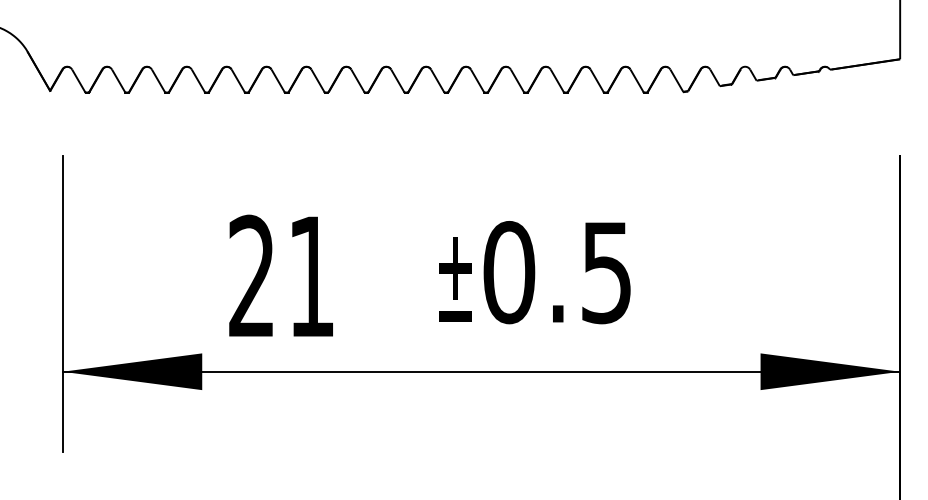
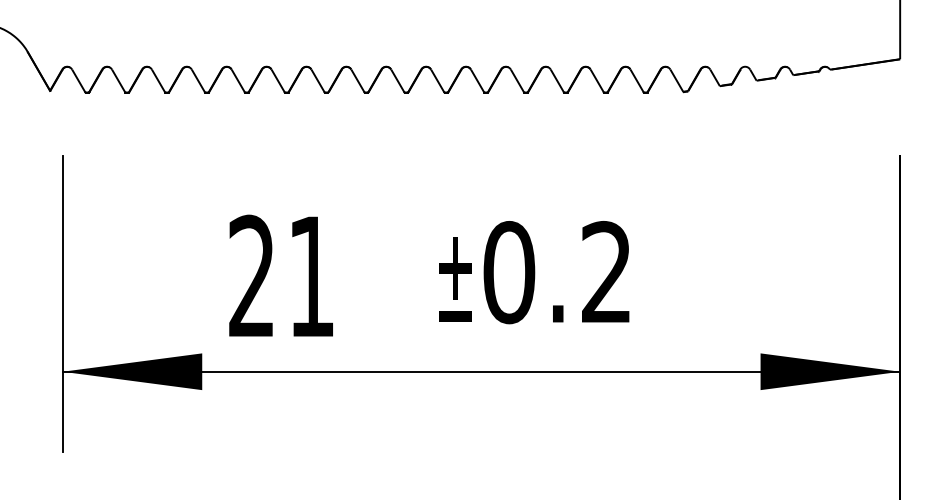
text at (606, 272): 0.5 -> 0.2
